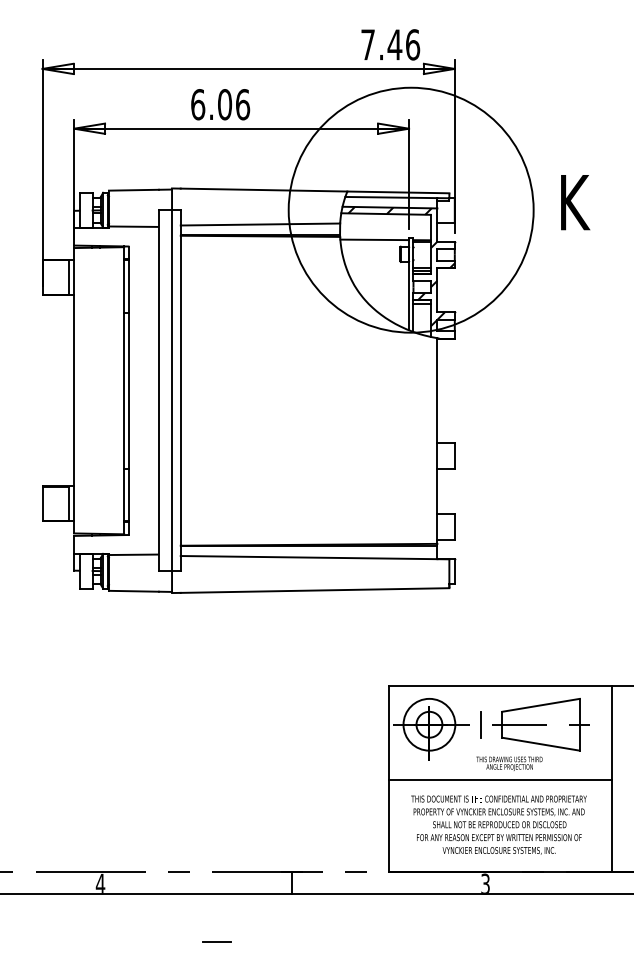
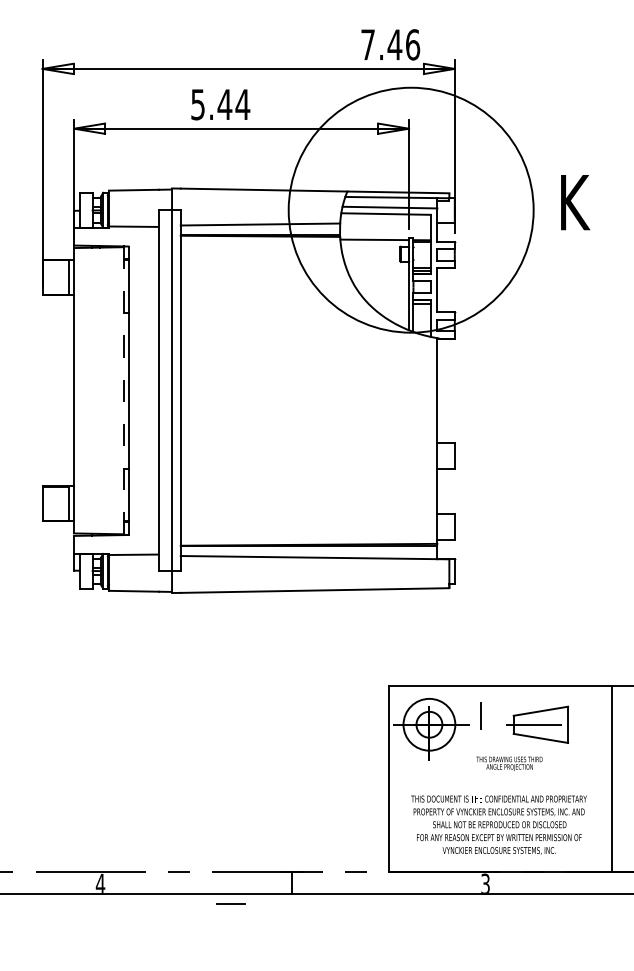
text at (220, 104): 6.06 -> 5.44
hatch at (401, 266): present -> none
line at (124, 390): solid -> dashed
line at (480, 724) position: (480, 724) -> (480, 715)
part at (540, 724) size: 98x54 px -> 64x39 px
line at (500, 780): present -> none
line at (216, 941) position: (216, 941) -> (230, 903)
